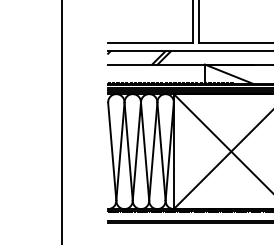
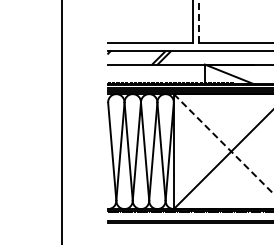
line at (199, 21): solid -> dashed
line at (223, 144): solid -> dashed
